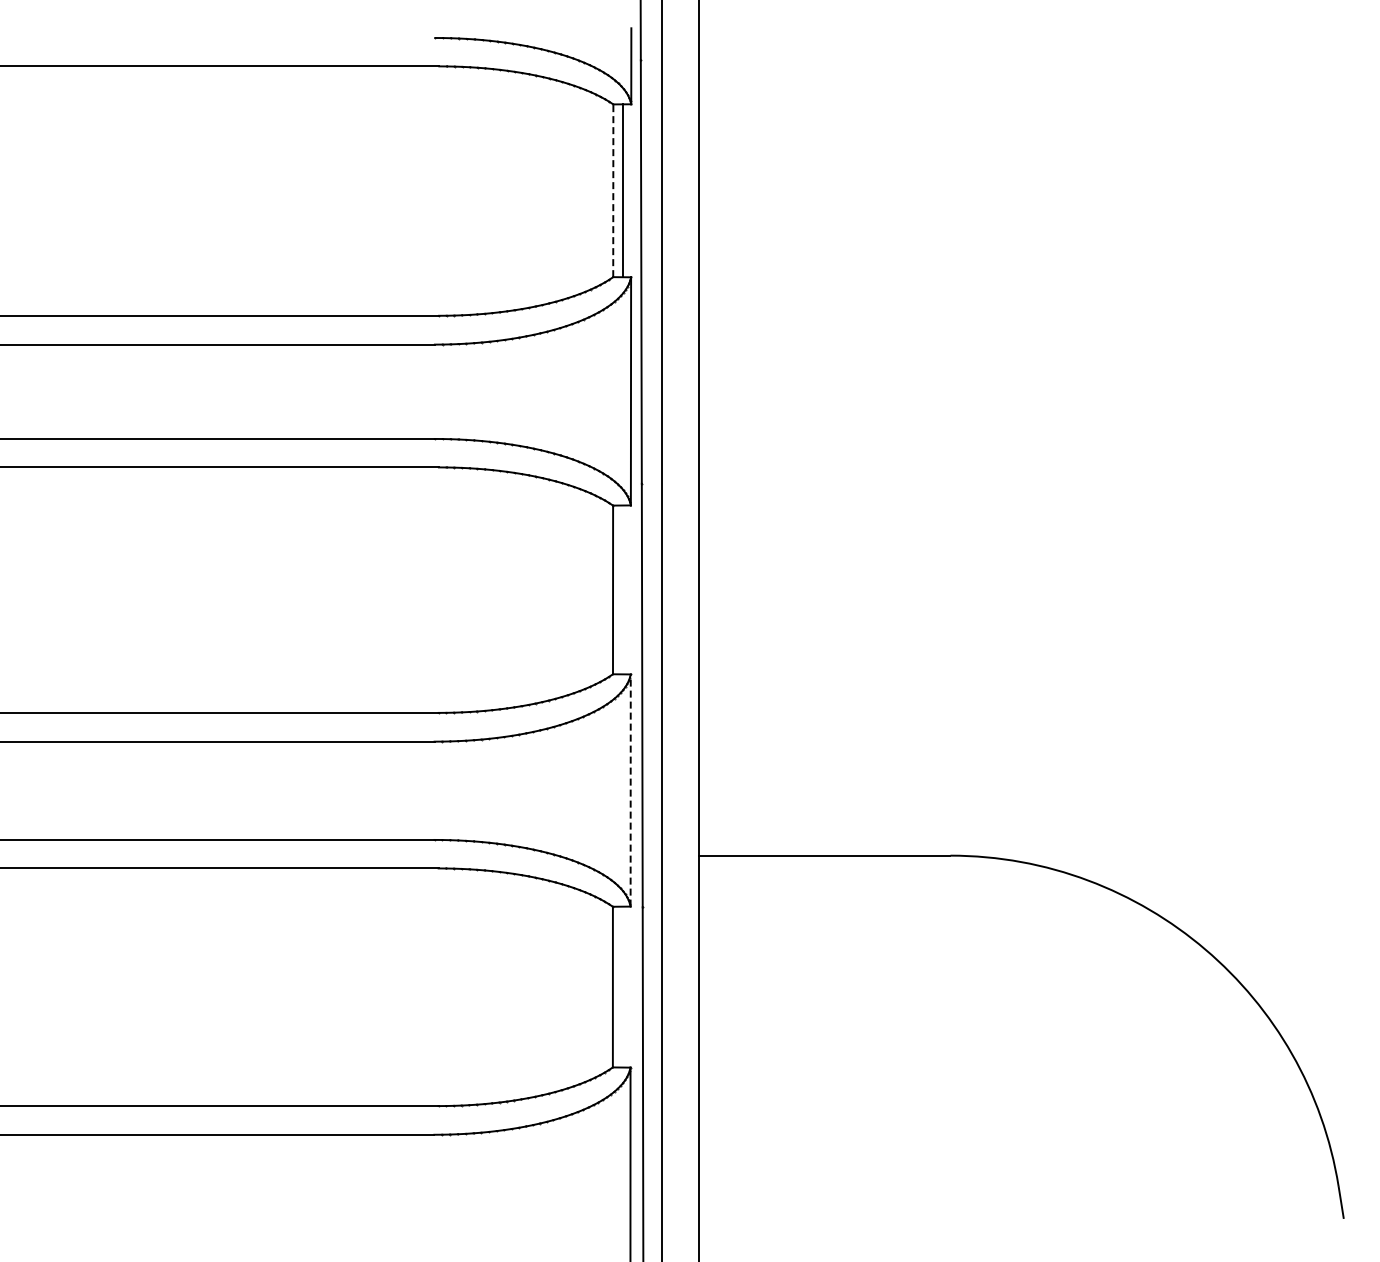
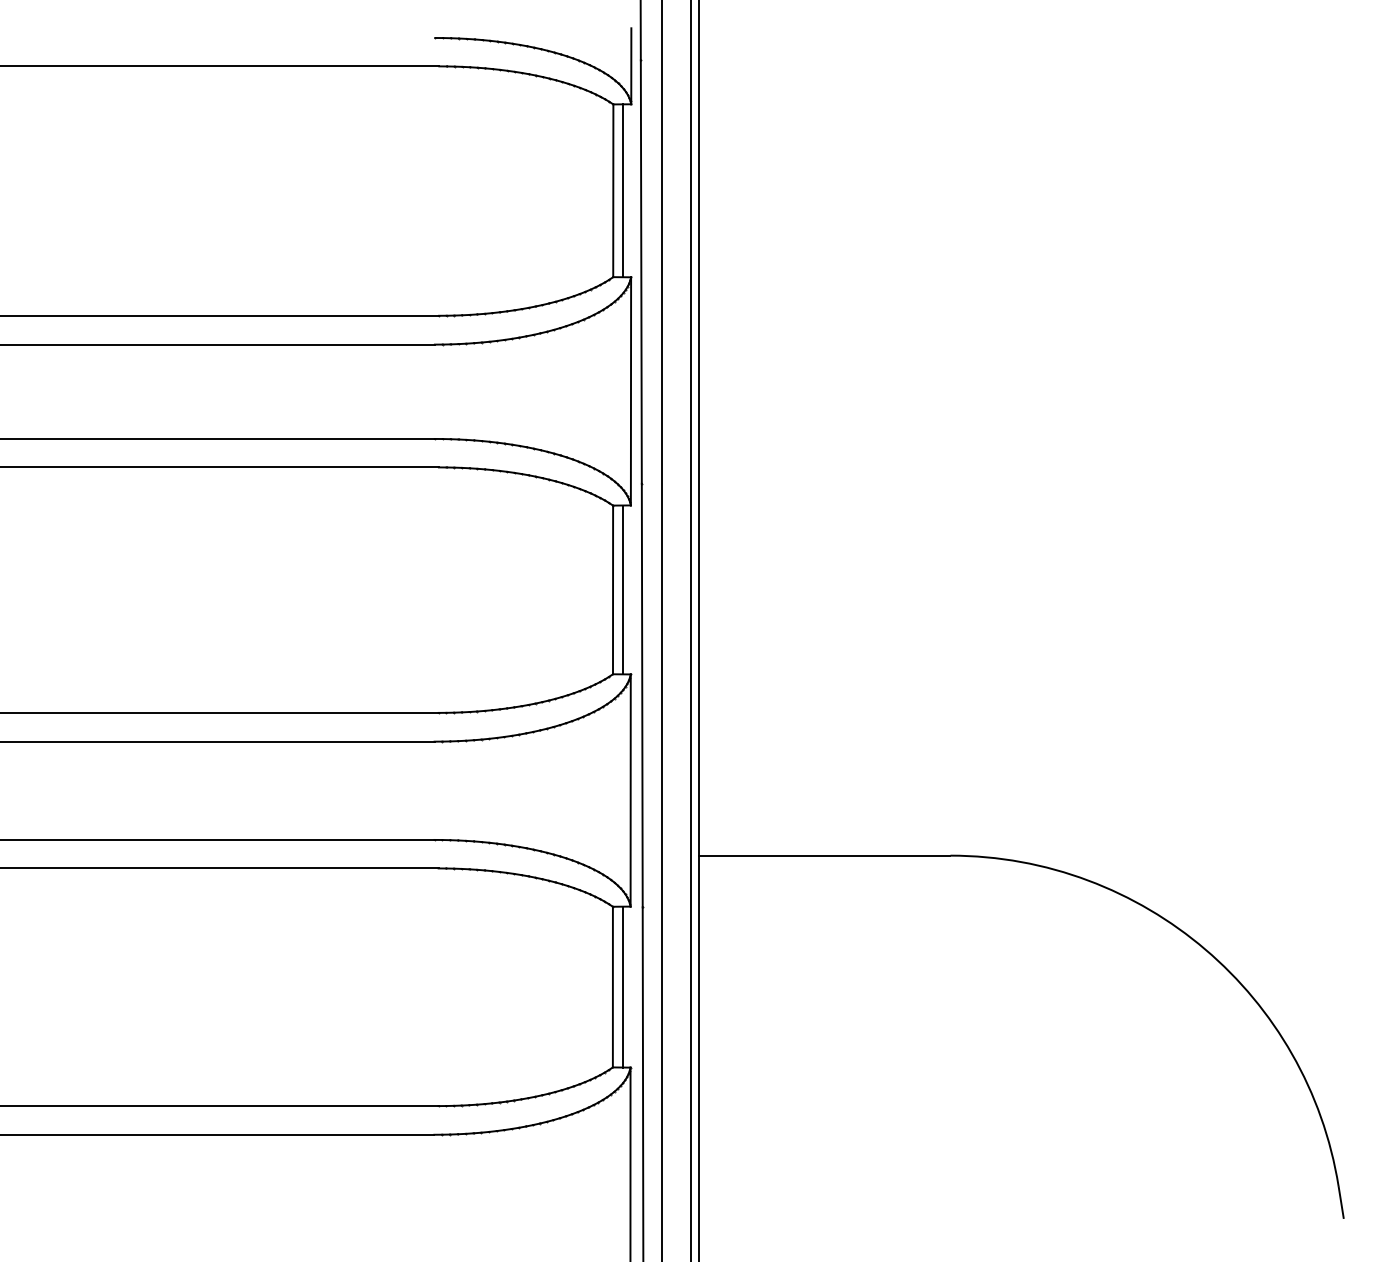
line at (613, 190): dashed -> solid
line at (622, 589): none -> present
line at (690, 630): none -> present
line at (630, 790): dashed -> solid
line at (622, 986): none -> present
